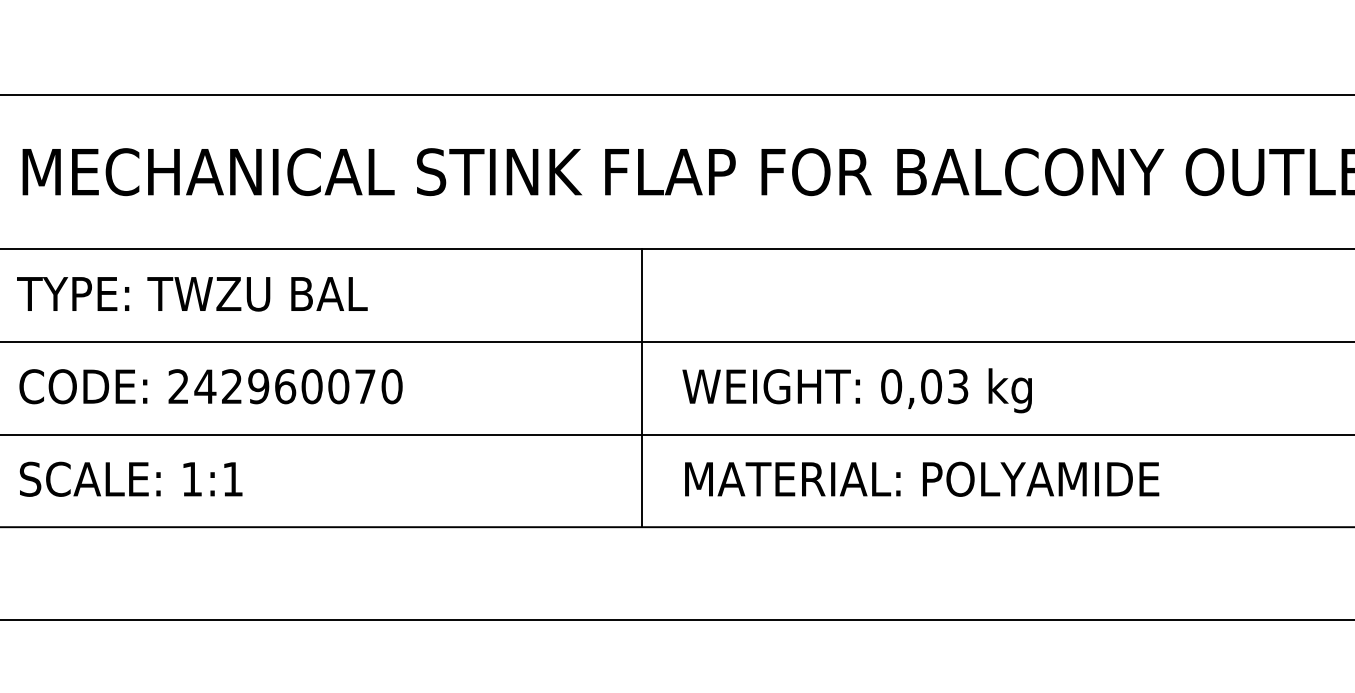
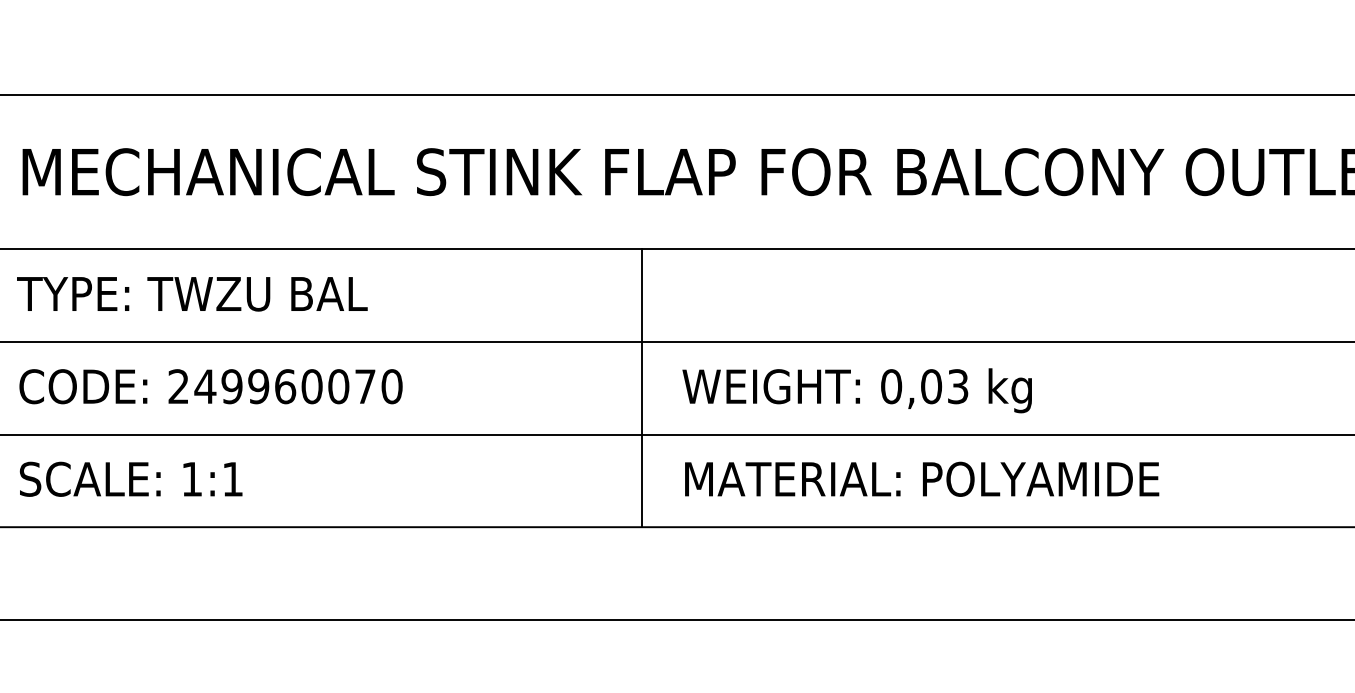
text at (231, 386): 242960070 -> 249960070
